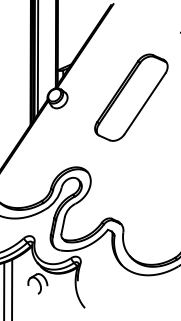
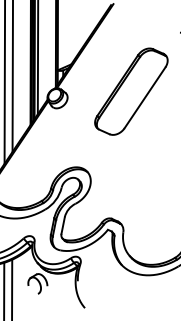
line at (12, 76): none -> present
line at (4, 82): none -> present
part at (131, 97) position: (131, 97) -> (131, 91)
